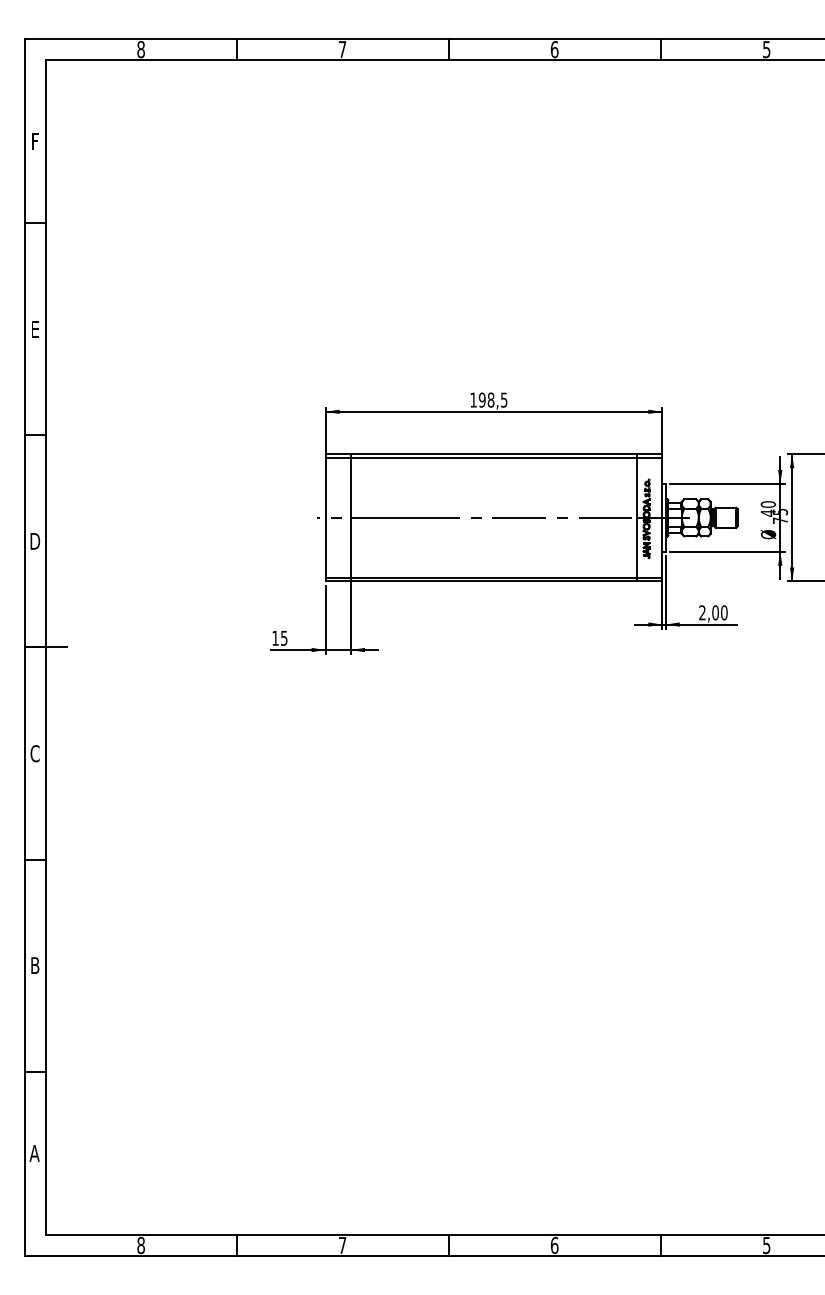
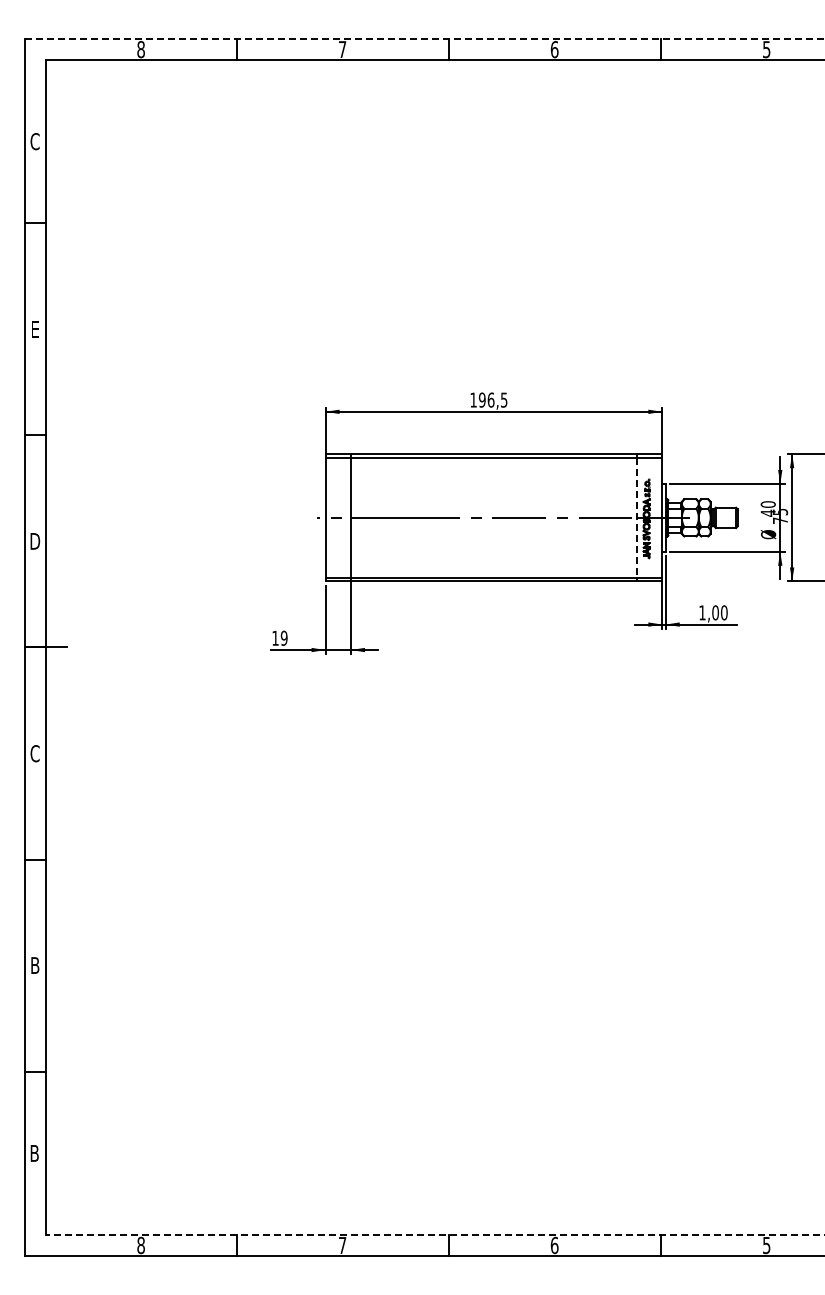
line at (424, 38): solid -> dashed
text at (34, 141): F -> C
text at (490, 399): 198,5 -> 196,5
line at (636, 518): solid -> dashed
text at (702, 612): 2,00 -> 1,00
text at (283, 637): 15 -> 19
text at (34, 1153): A -> B
line at (434, 1234): solid -> dashed
